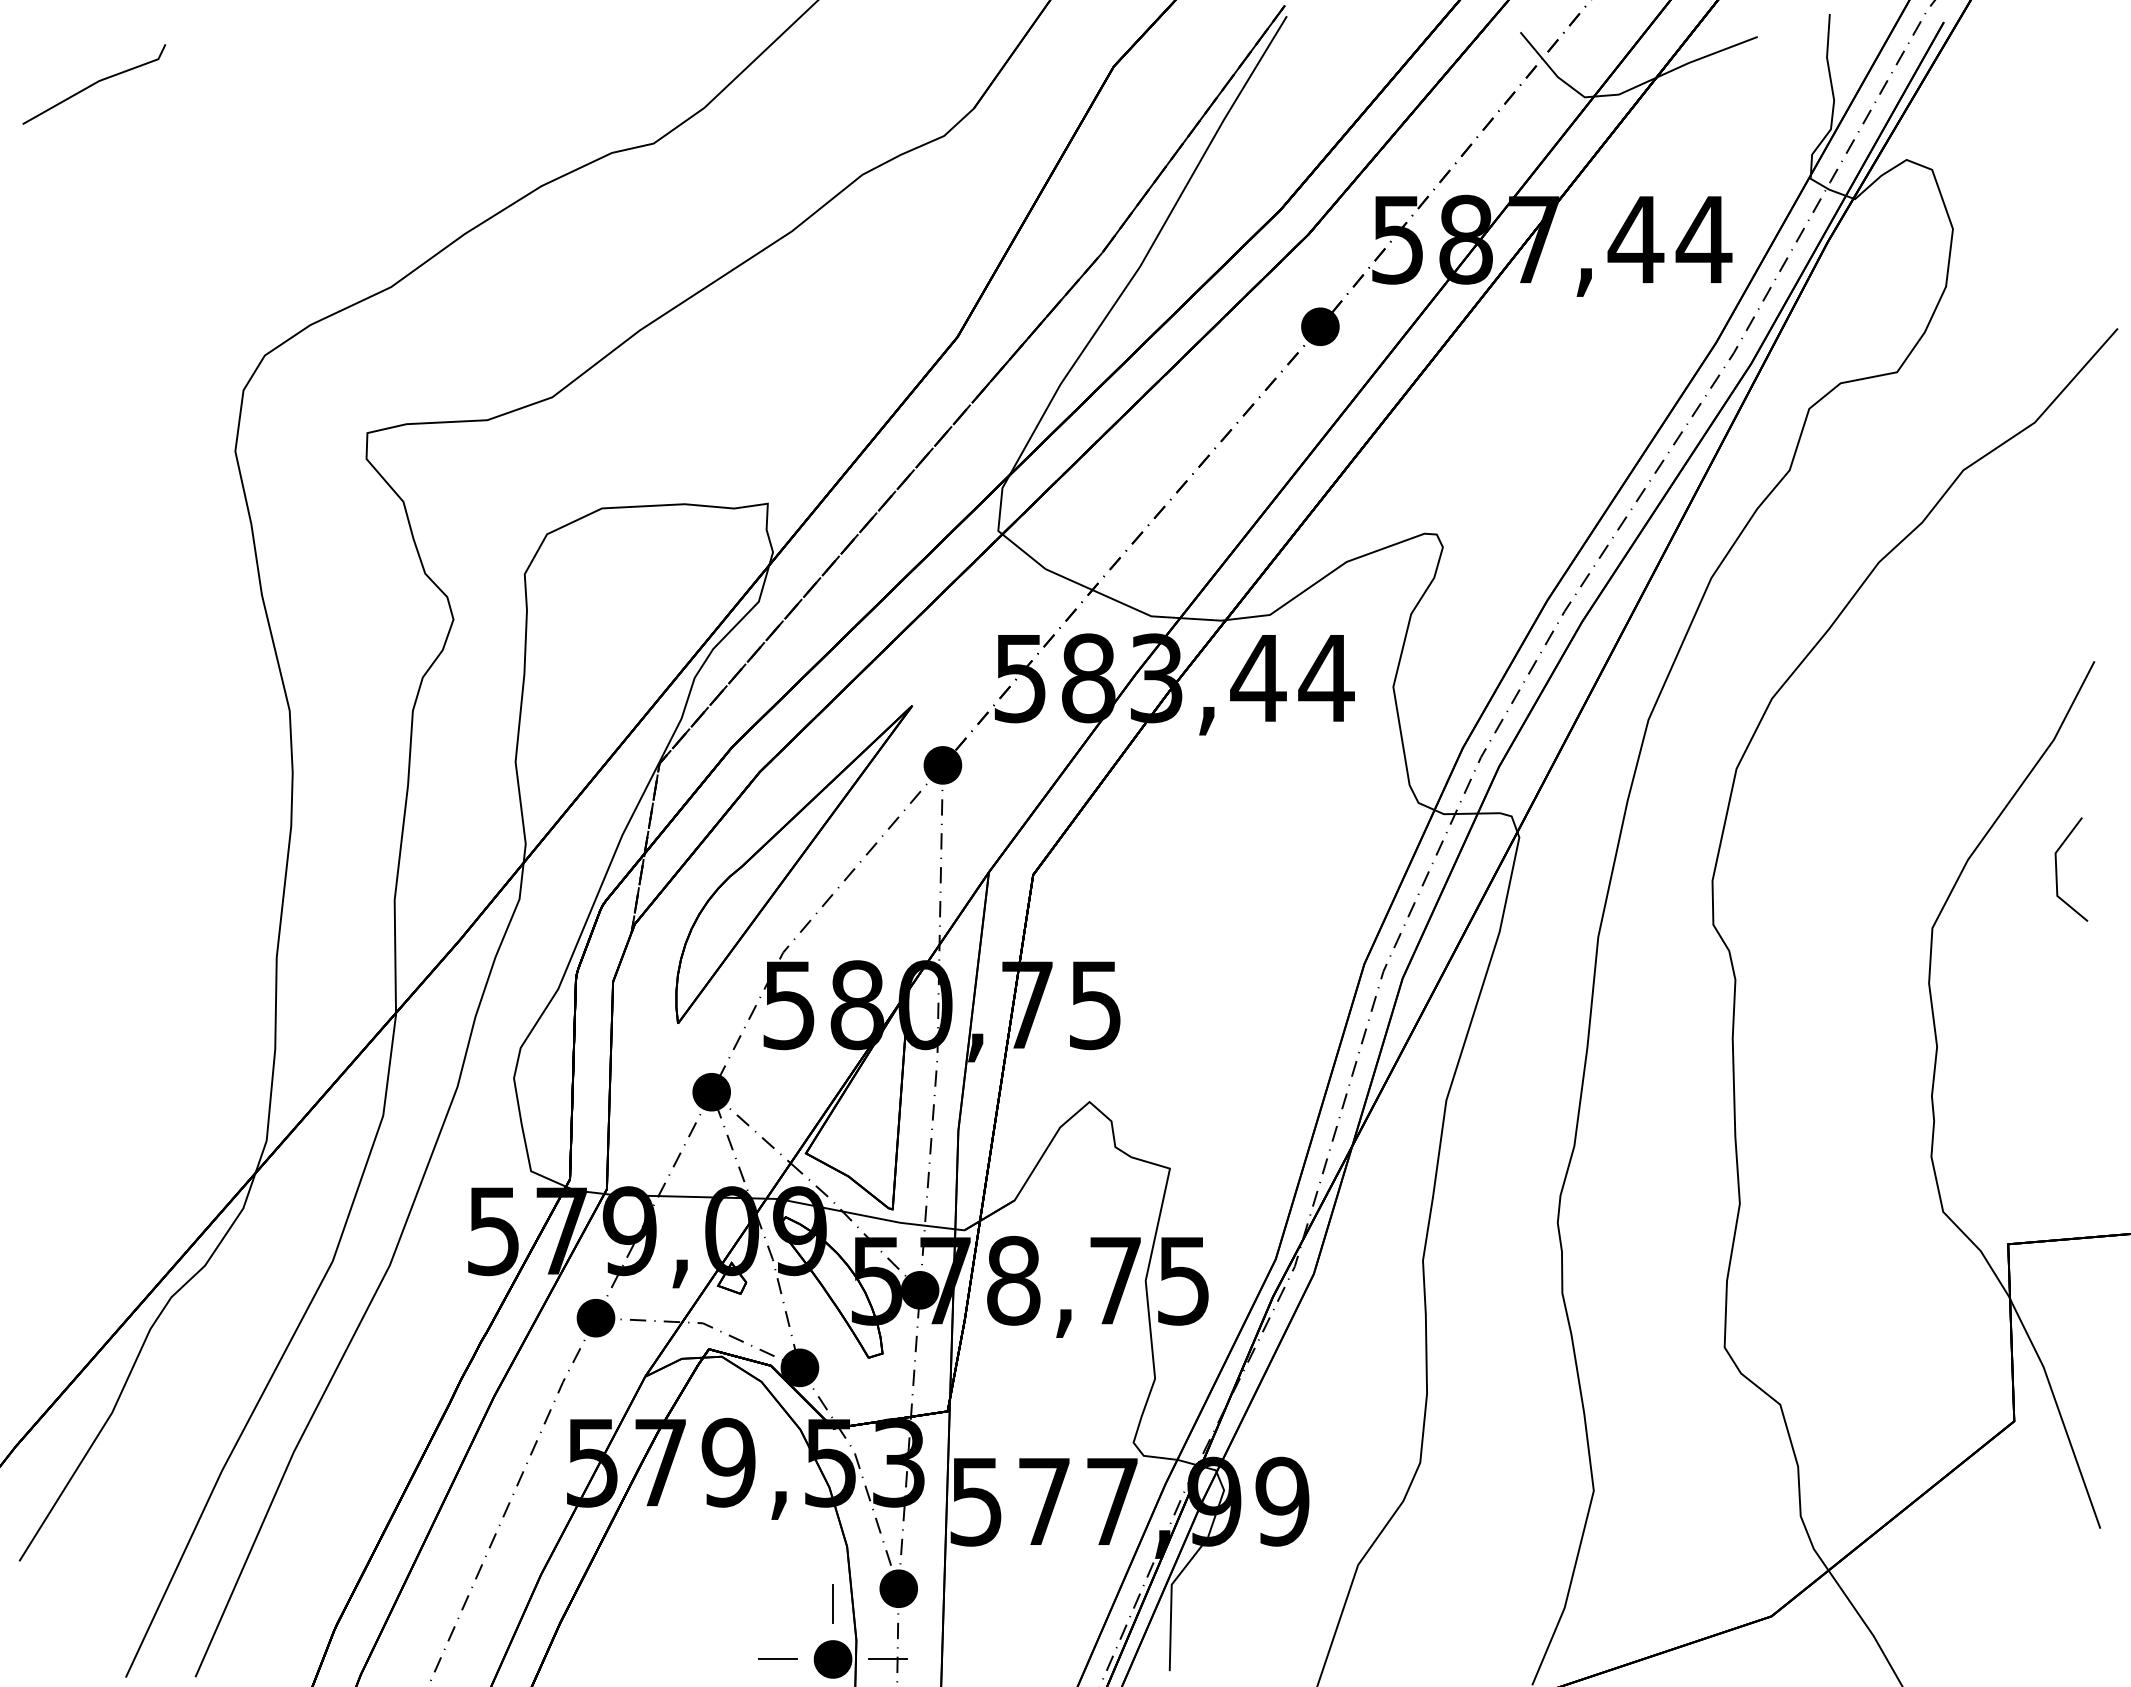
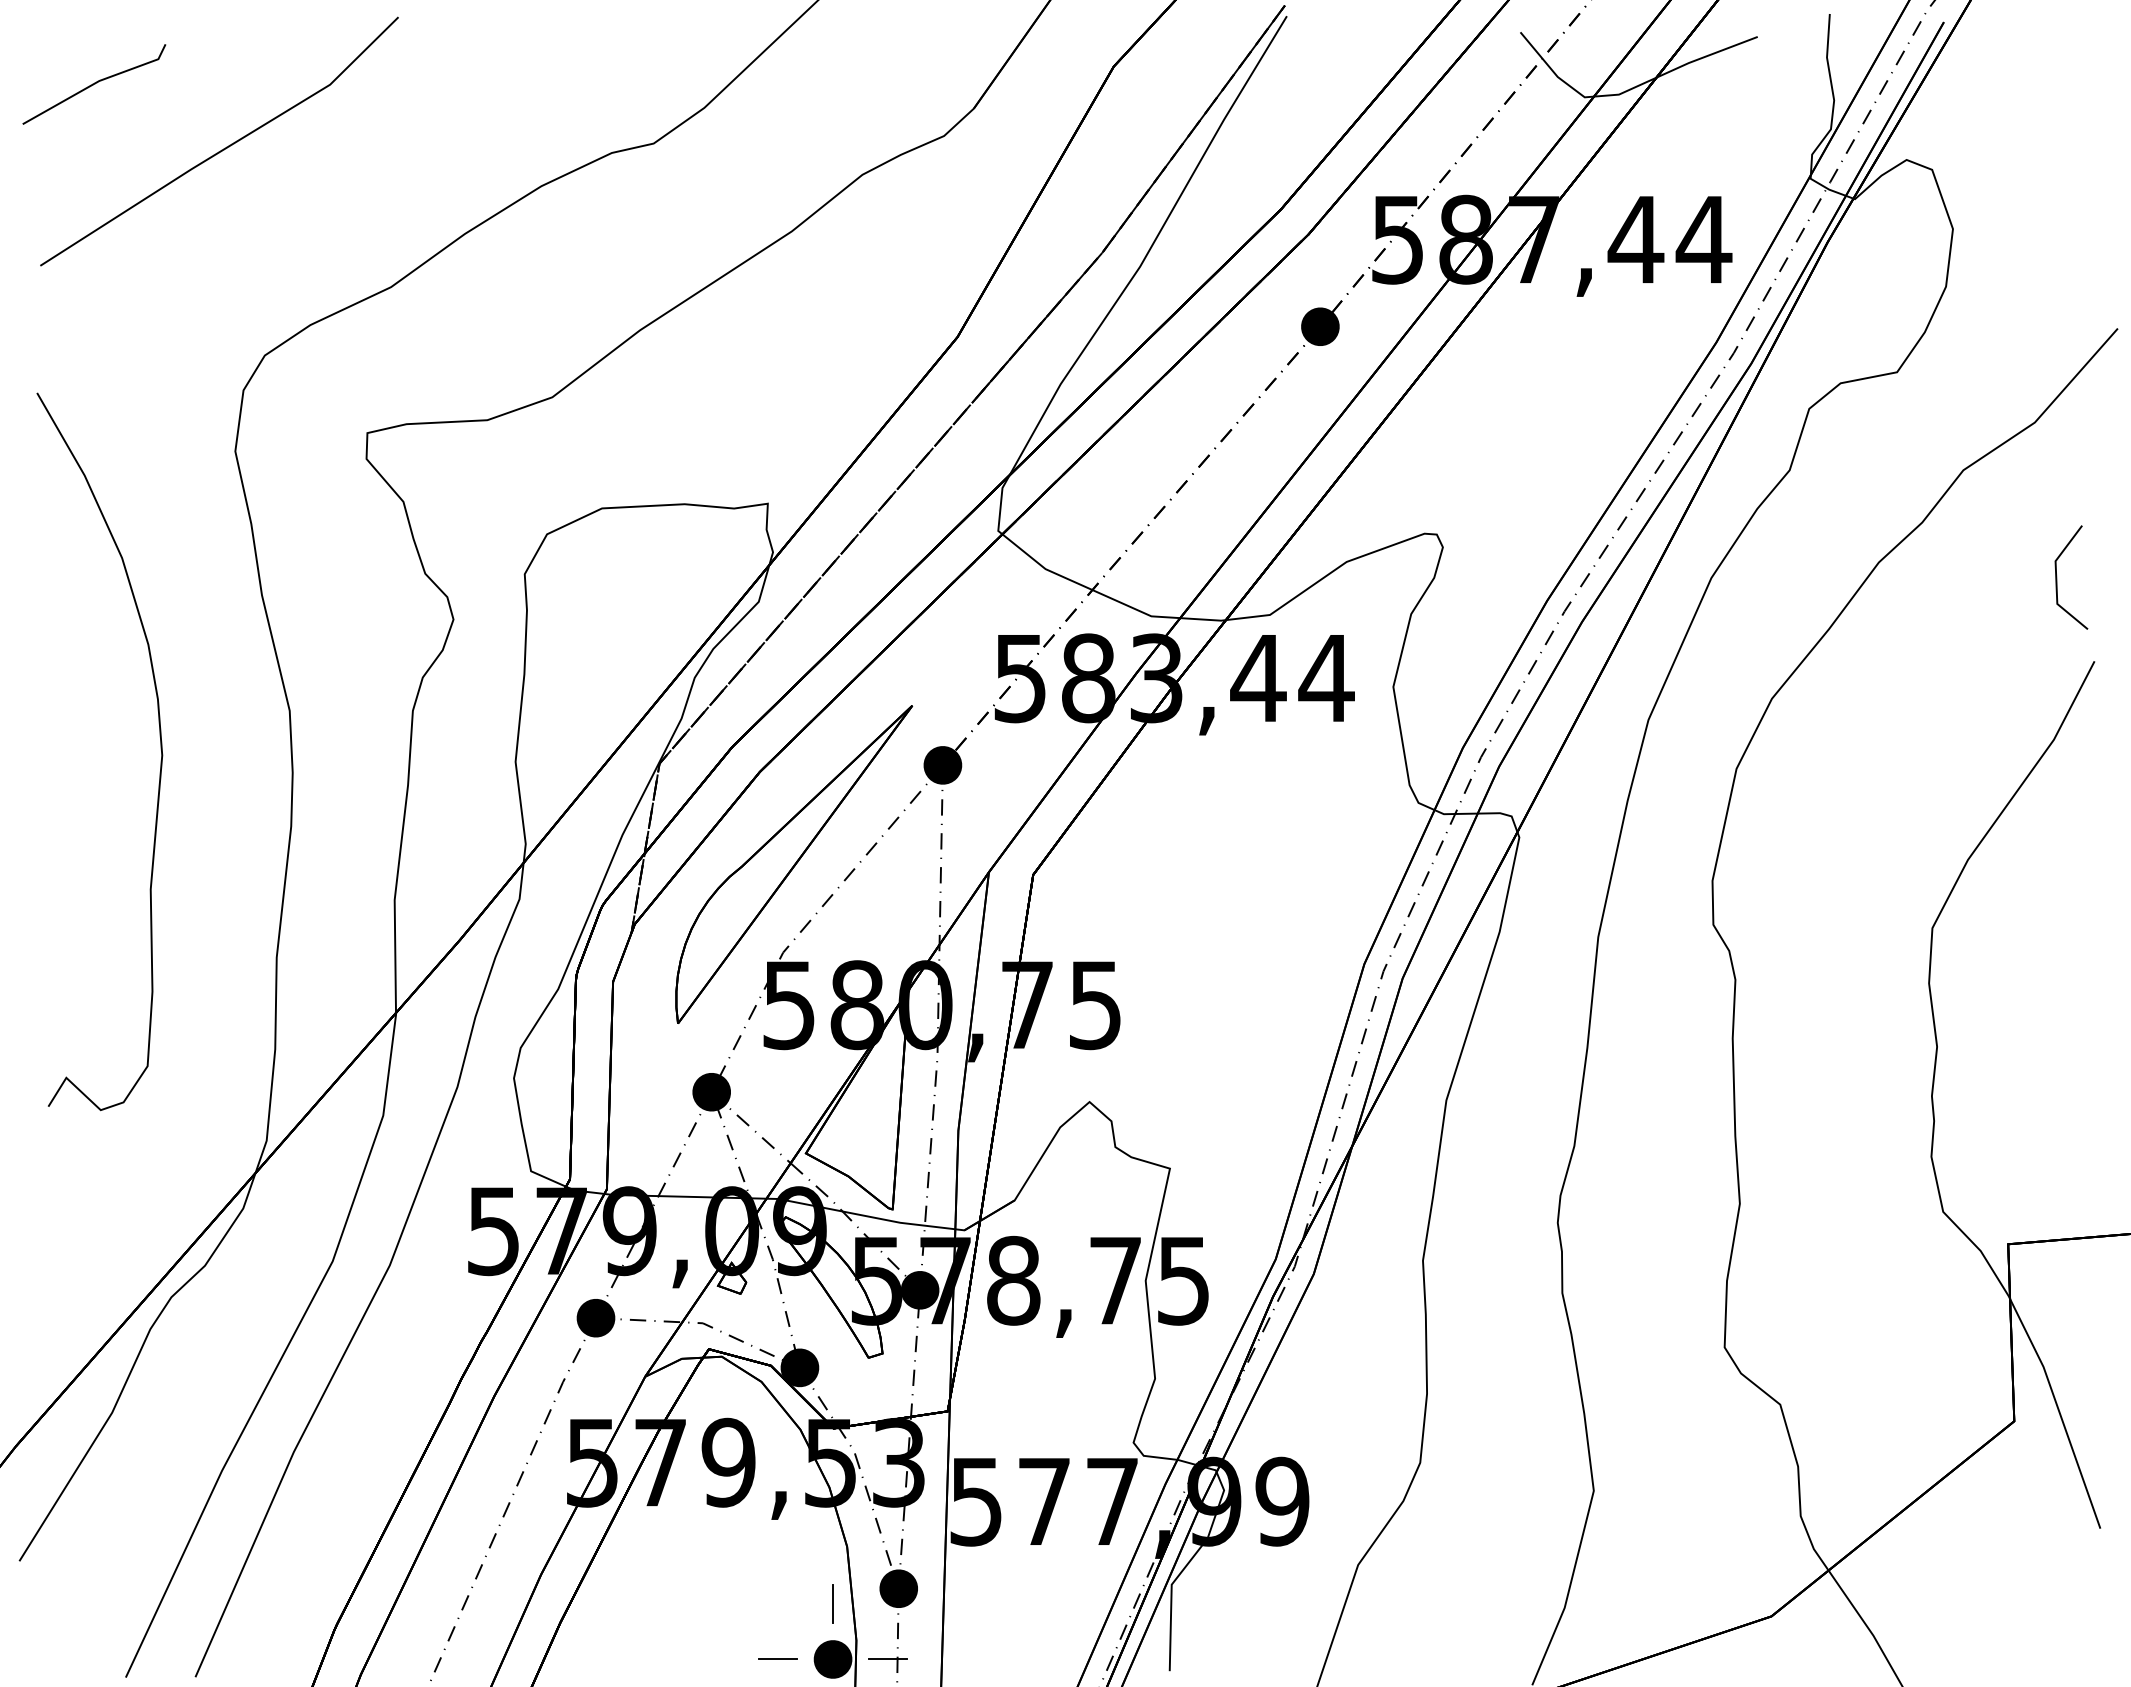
line at (223, 148): none -> present
curve at (160, 749): none -> present
line at (2057, 869) position: (2057, 869) -> (2057, 577)
